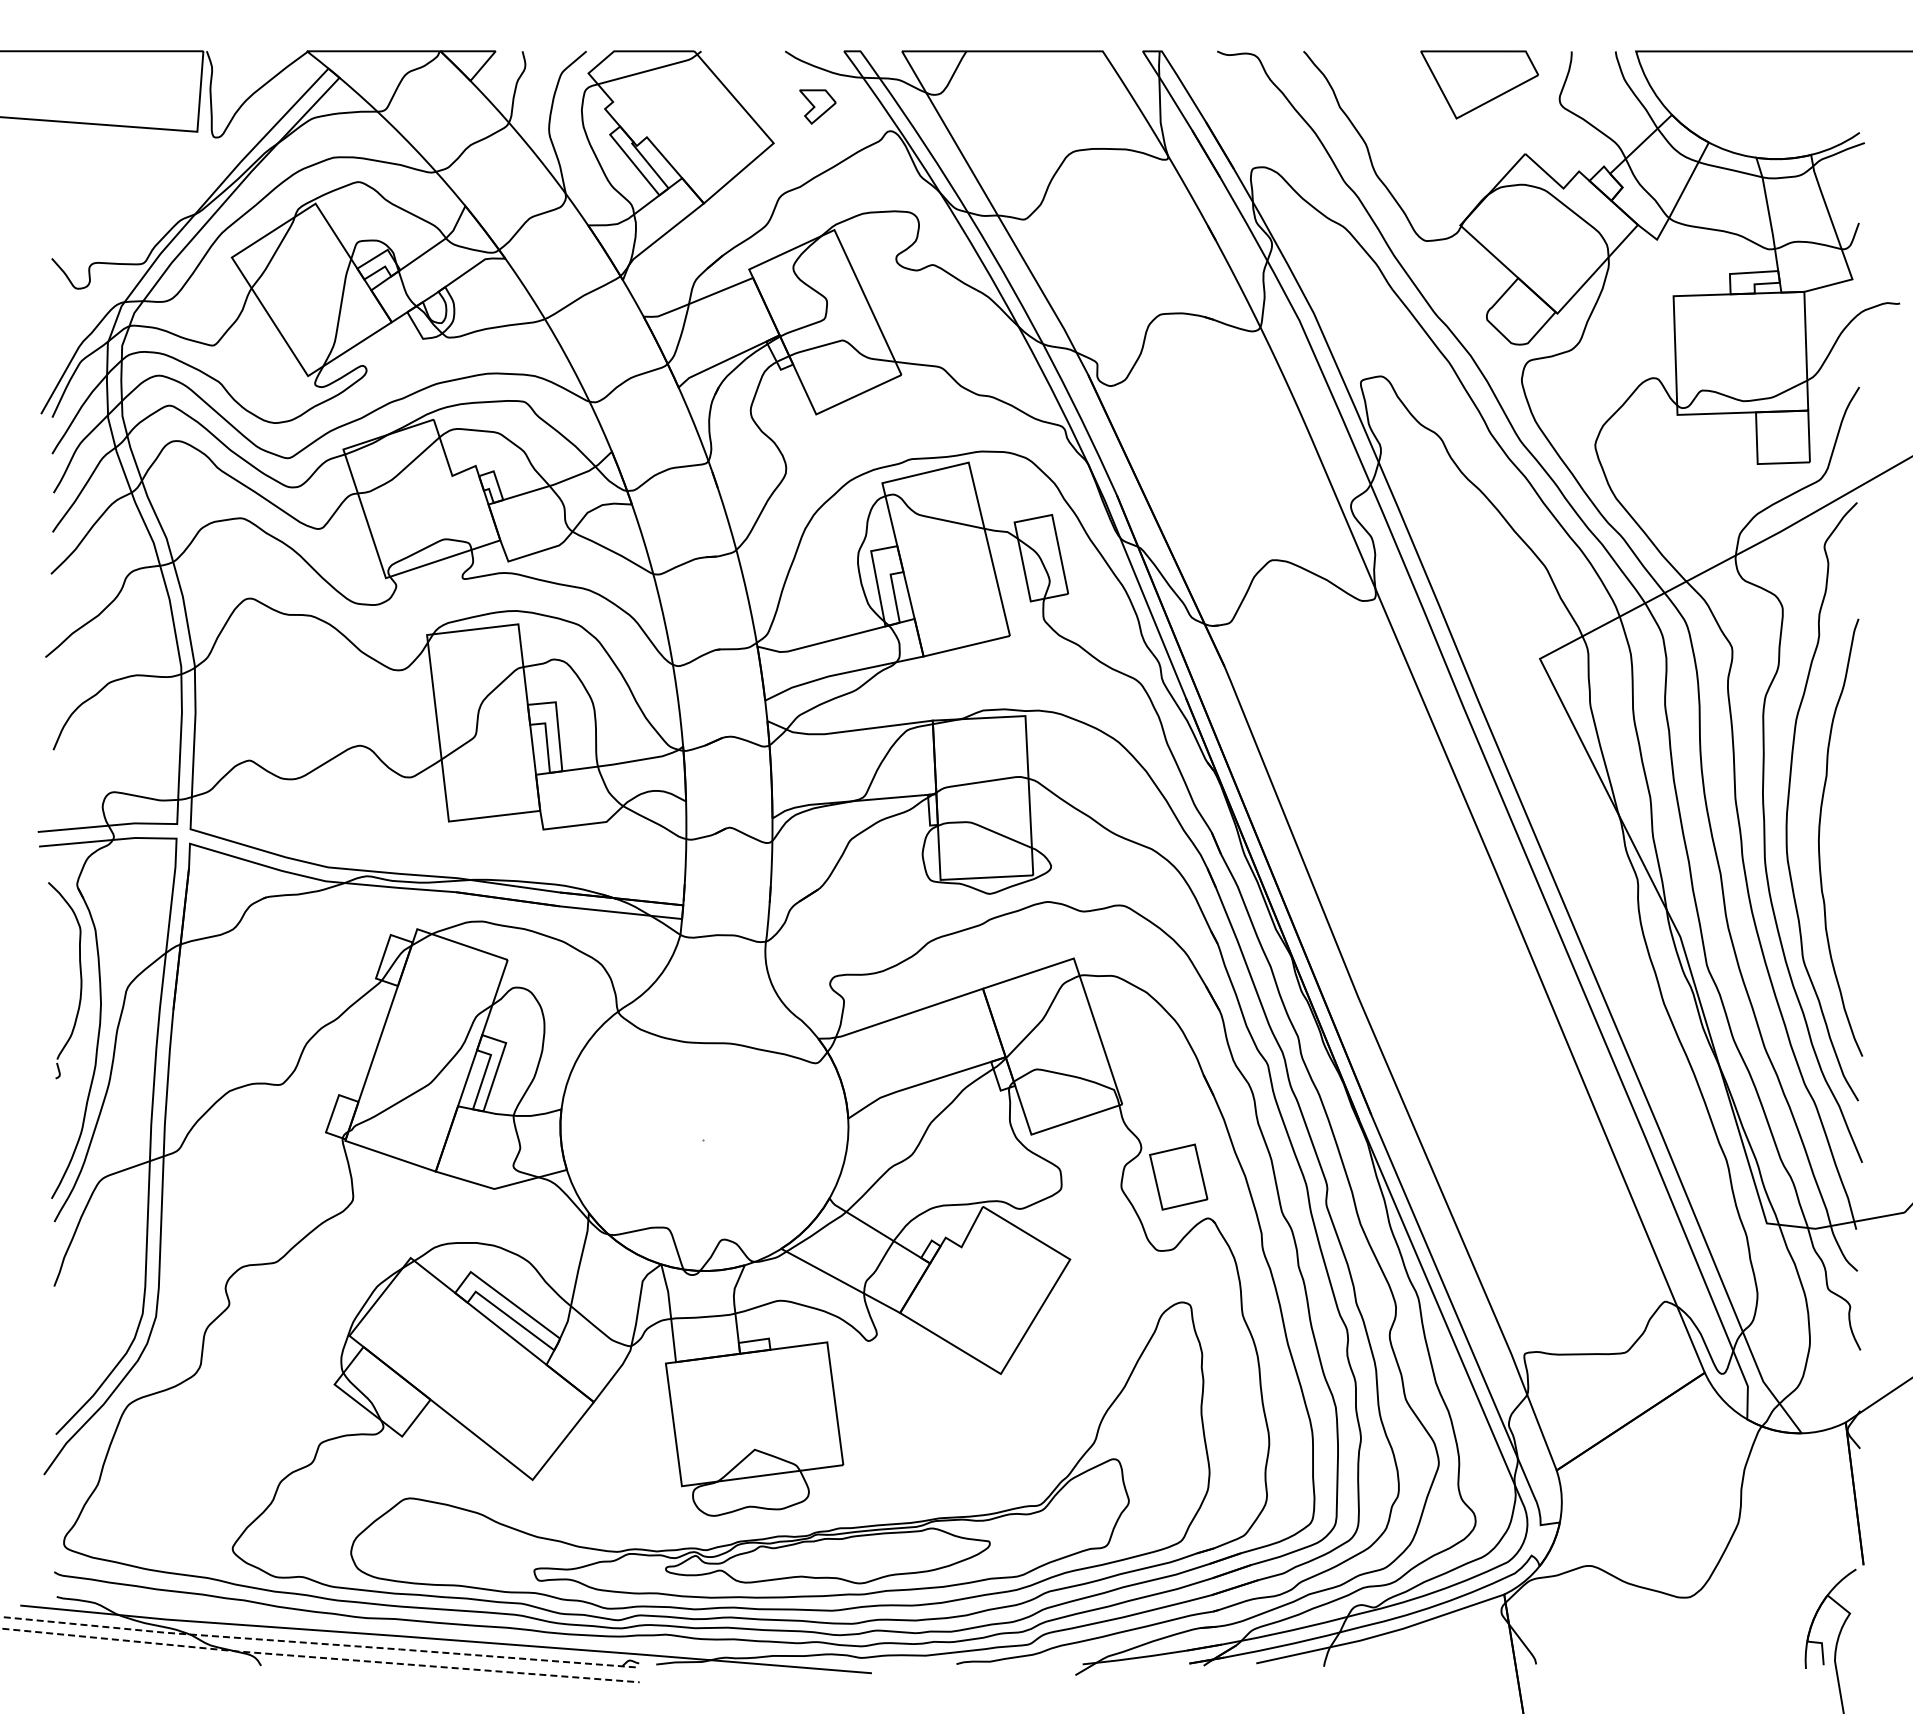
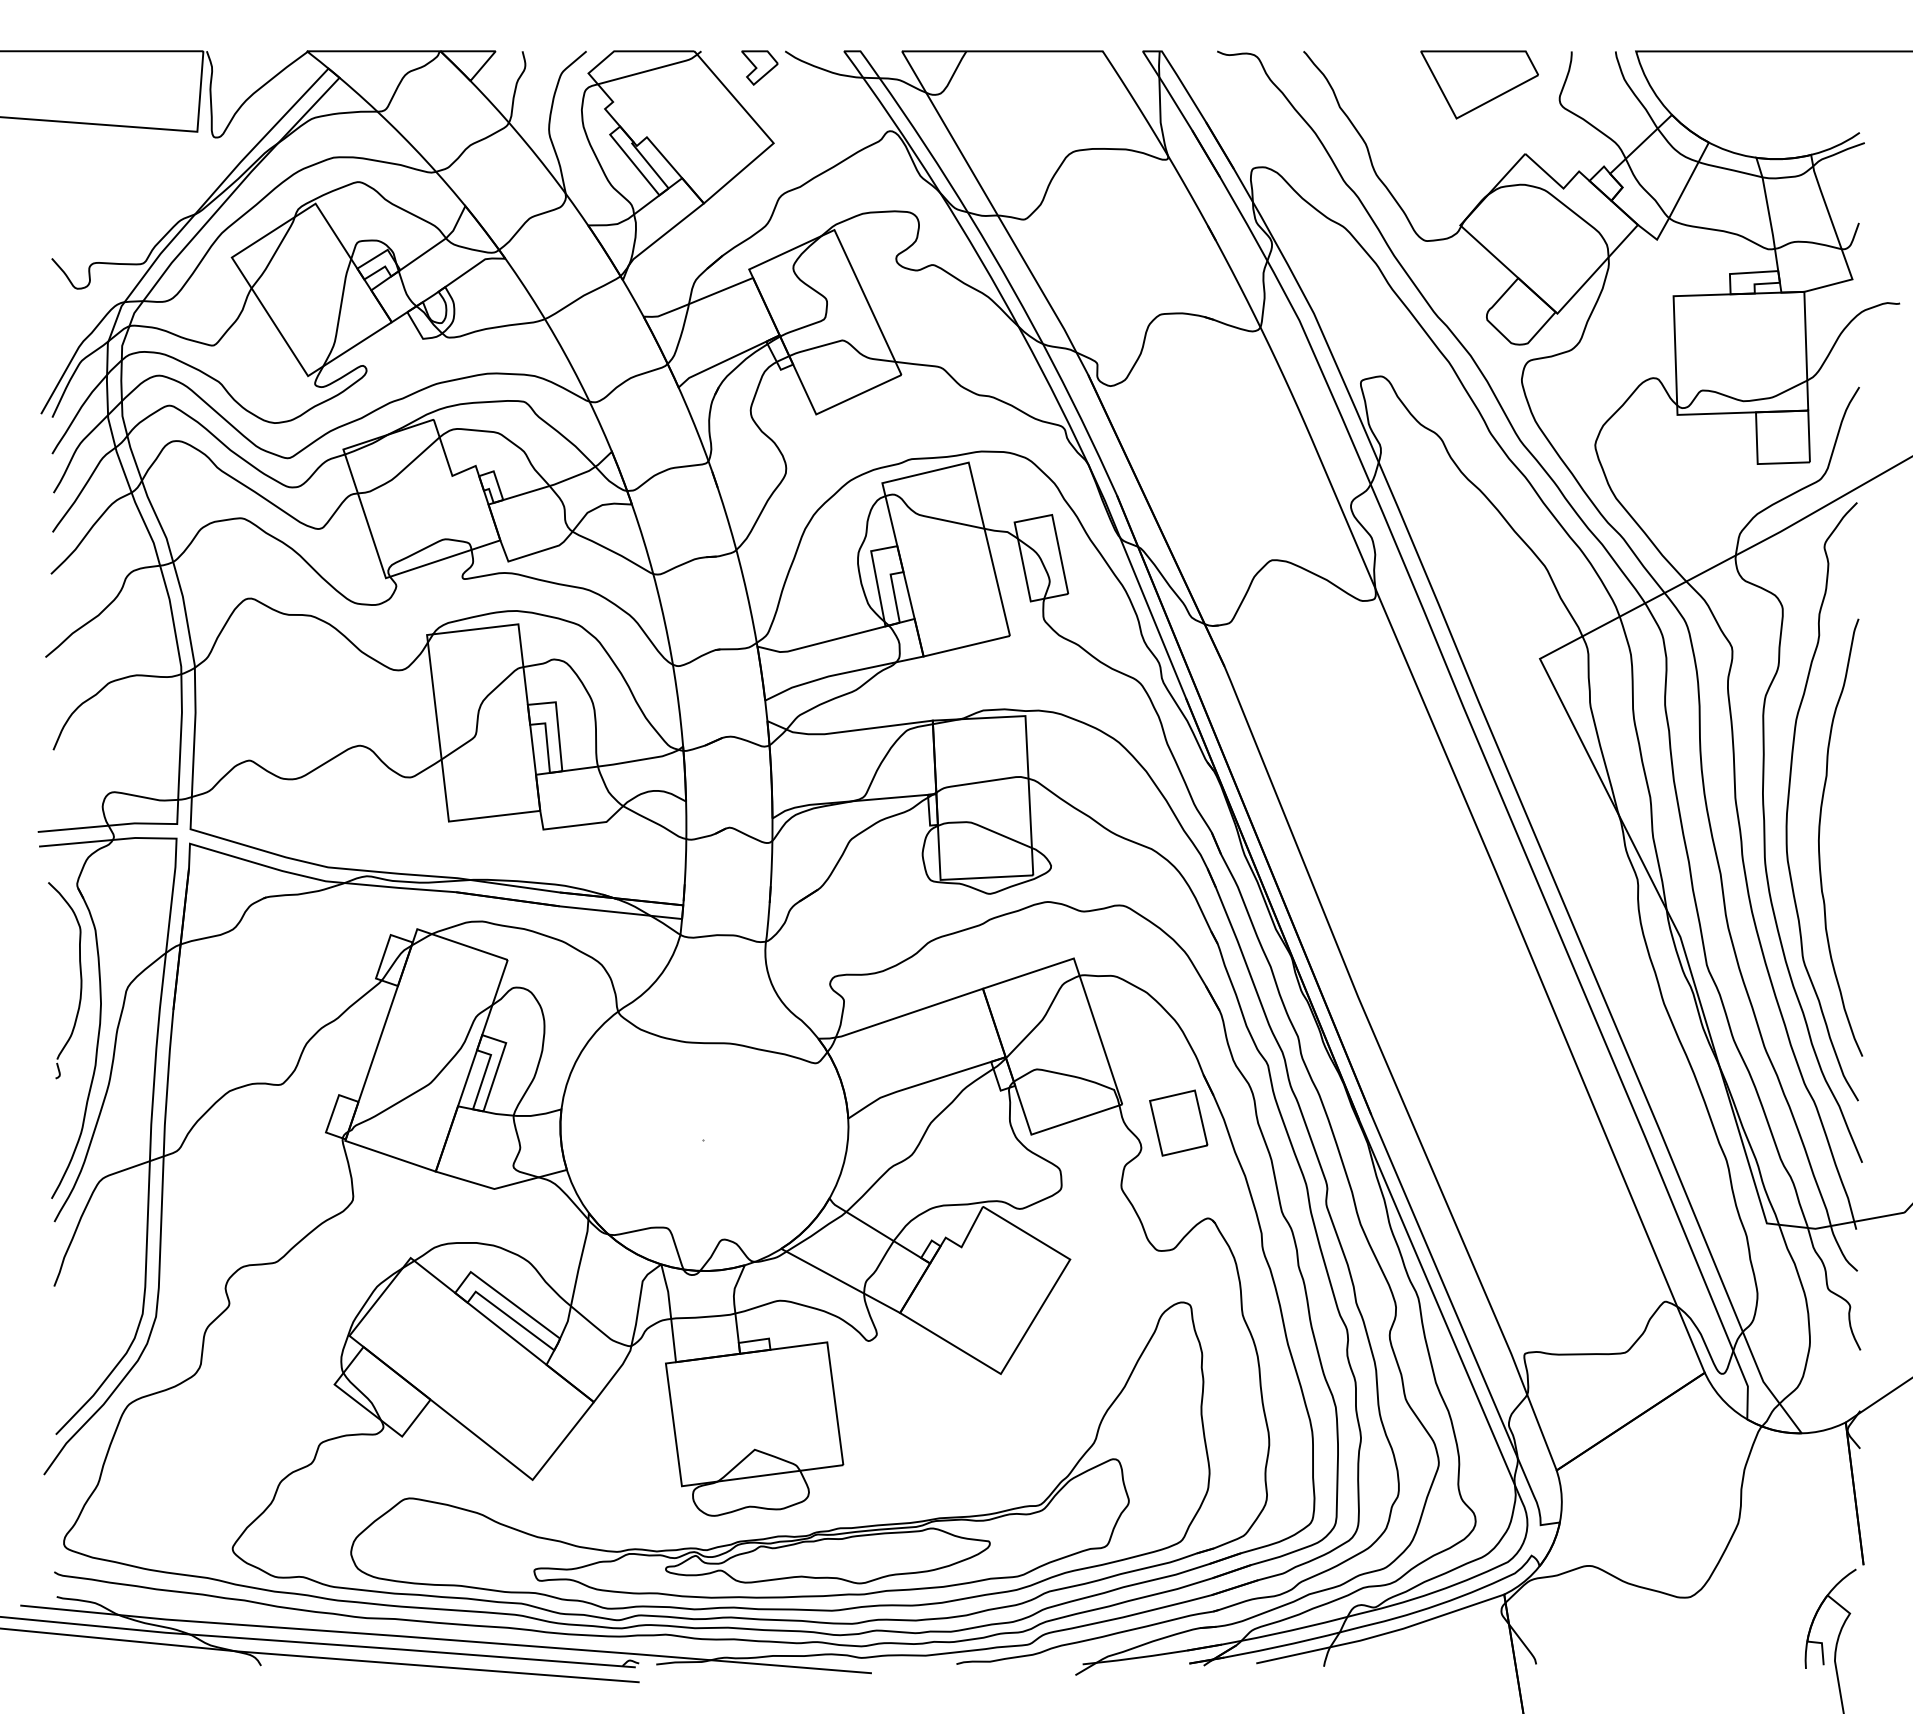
part at (817, 106) position: (817, 106) -> (759, 67)
part at (1178, 1176) position: (1178, 1176) -> (1178, 1122)
line at (317, 1643): dashed -> solid
line at (319, 1657): dashed -> solid
